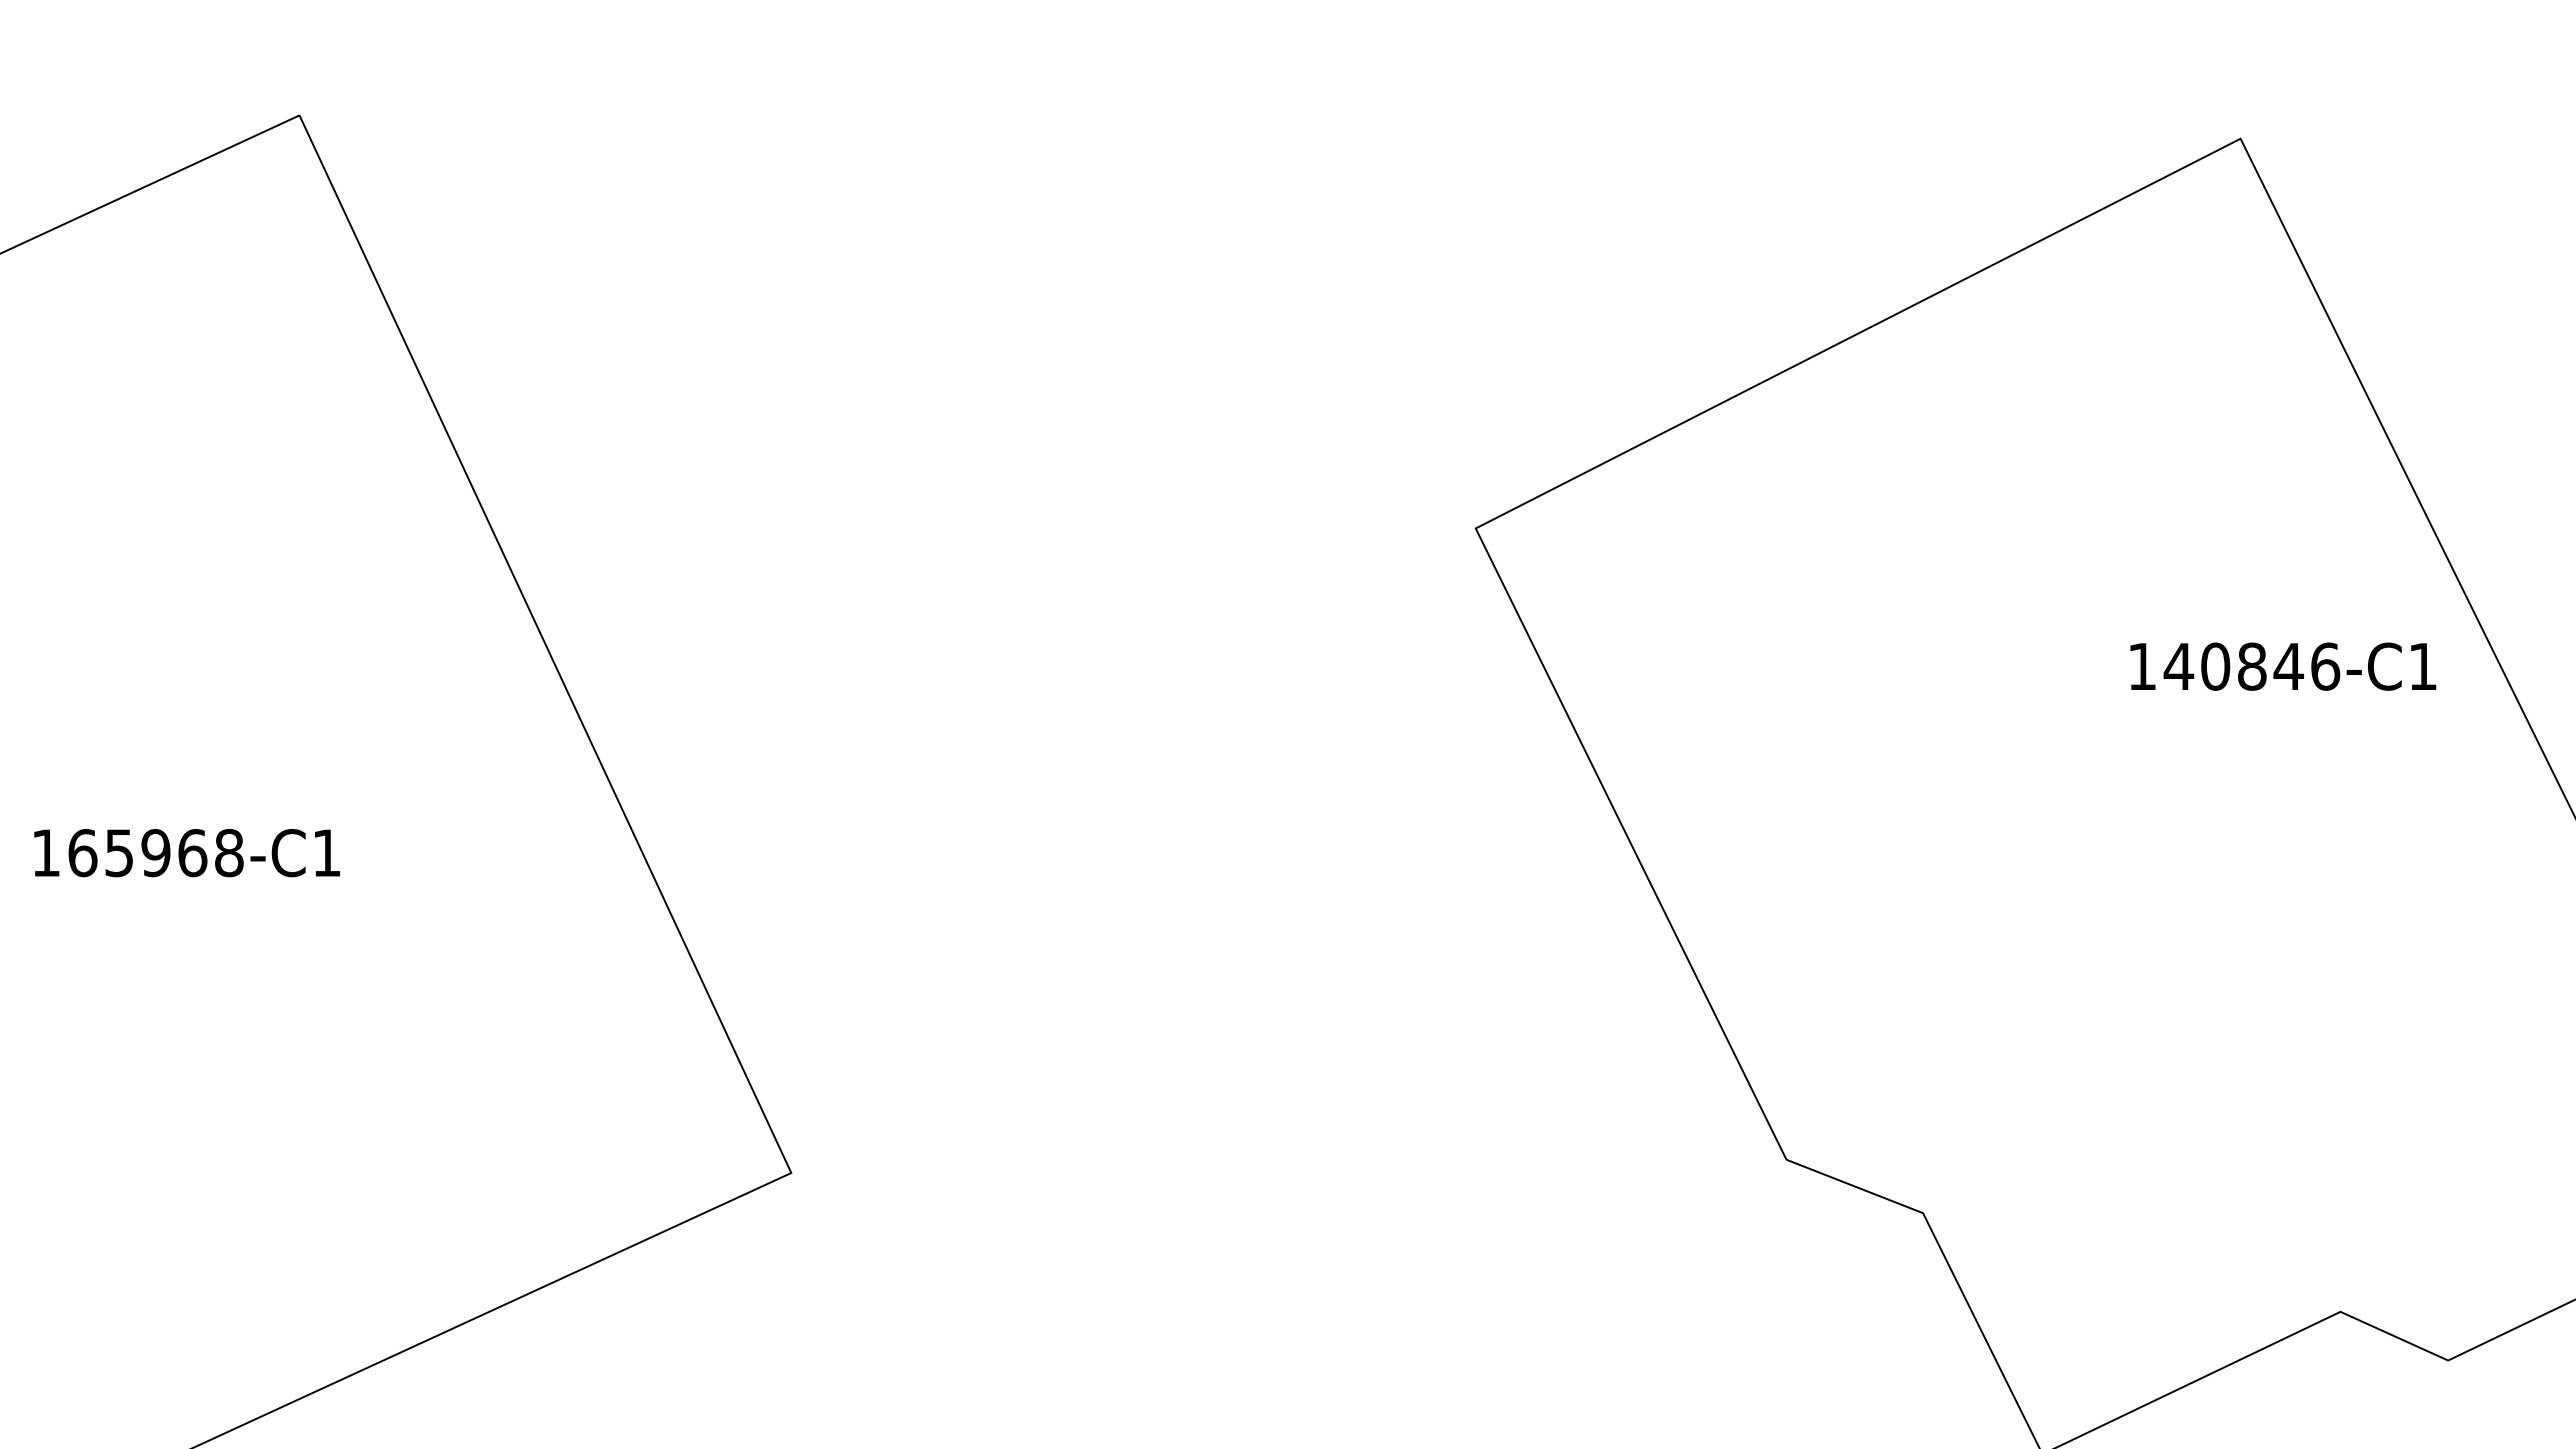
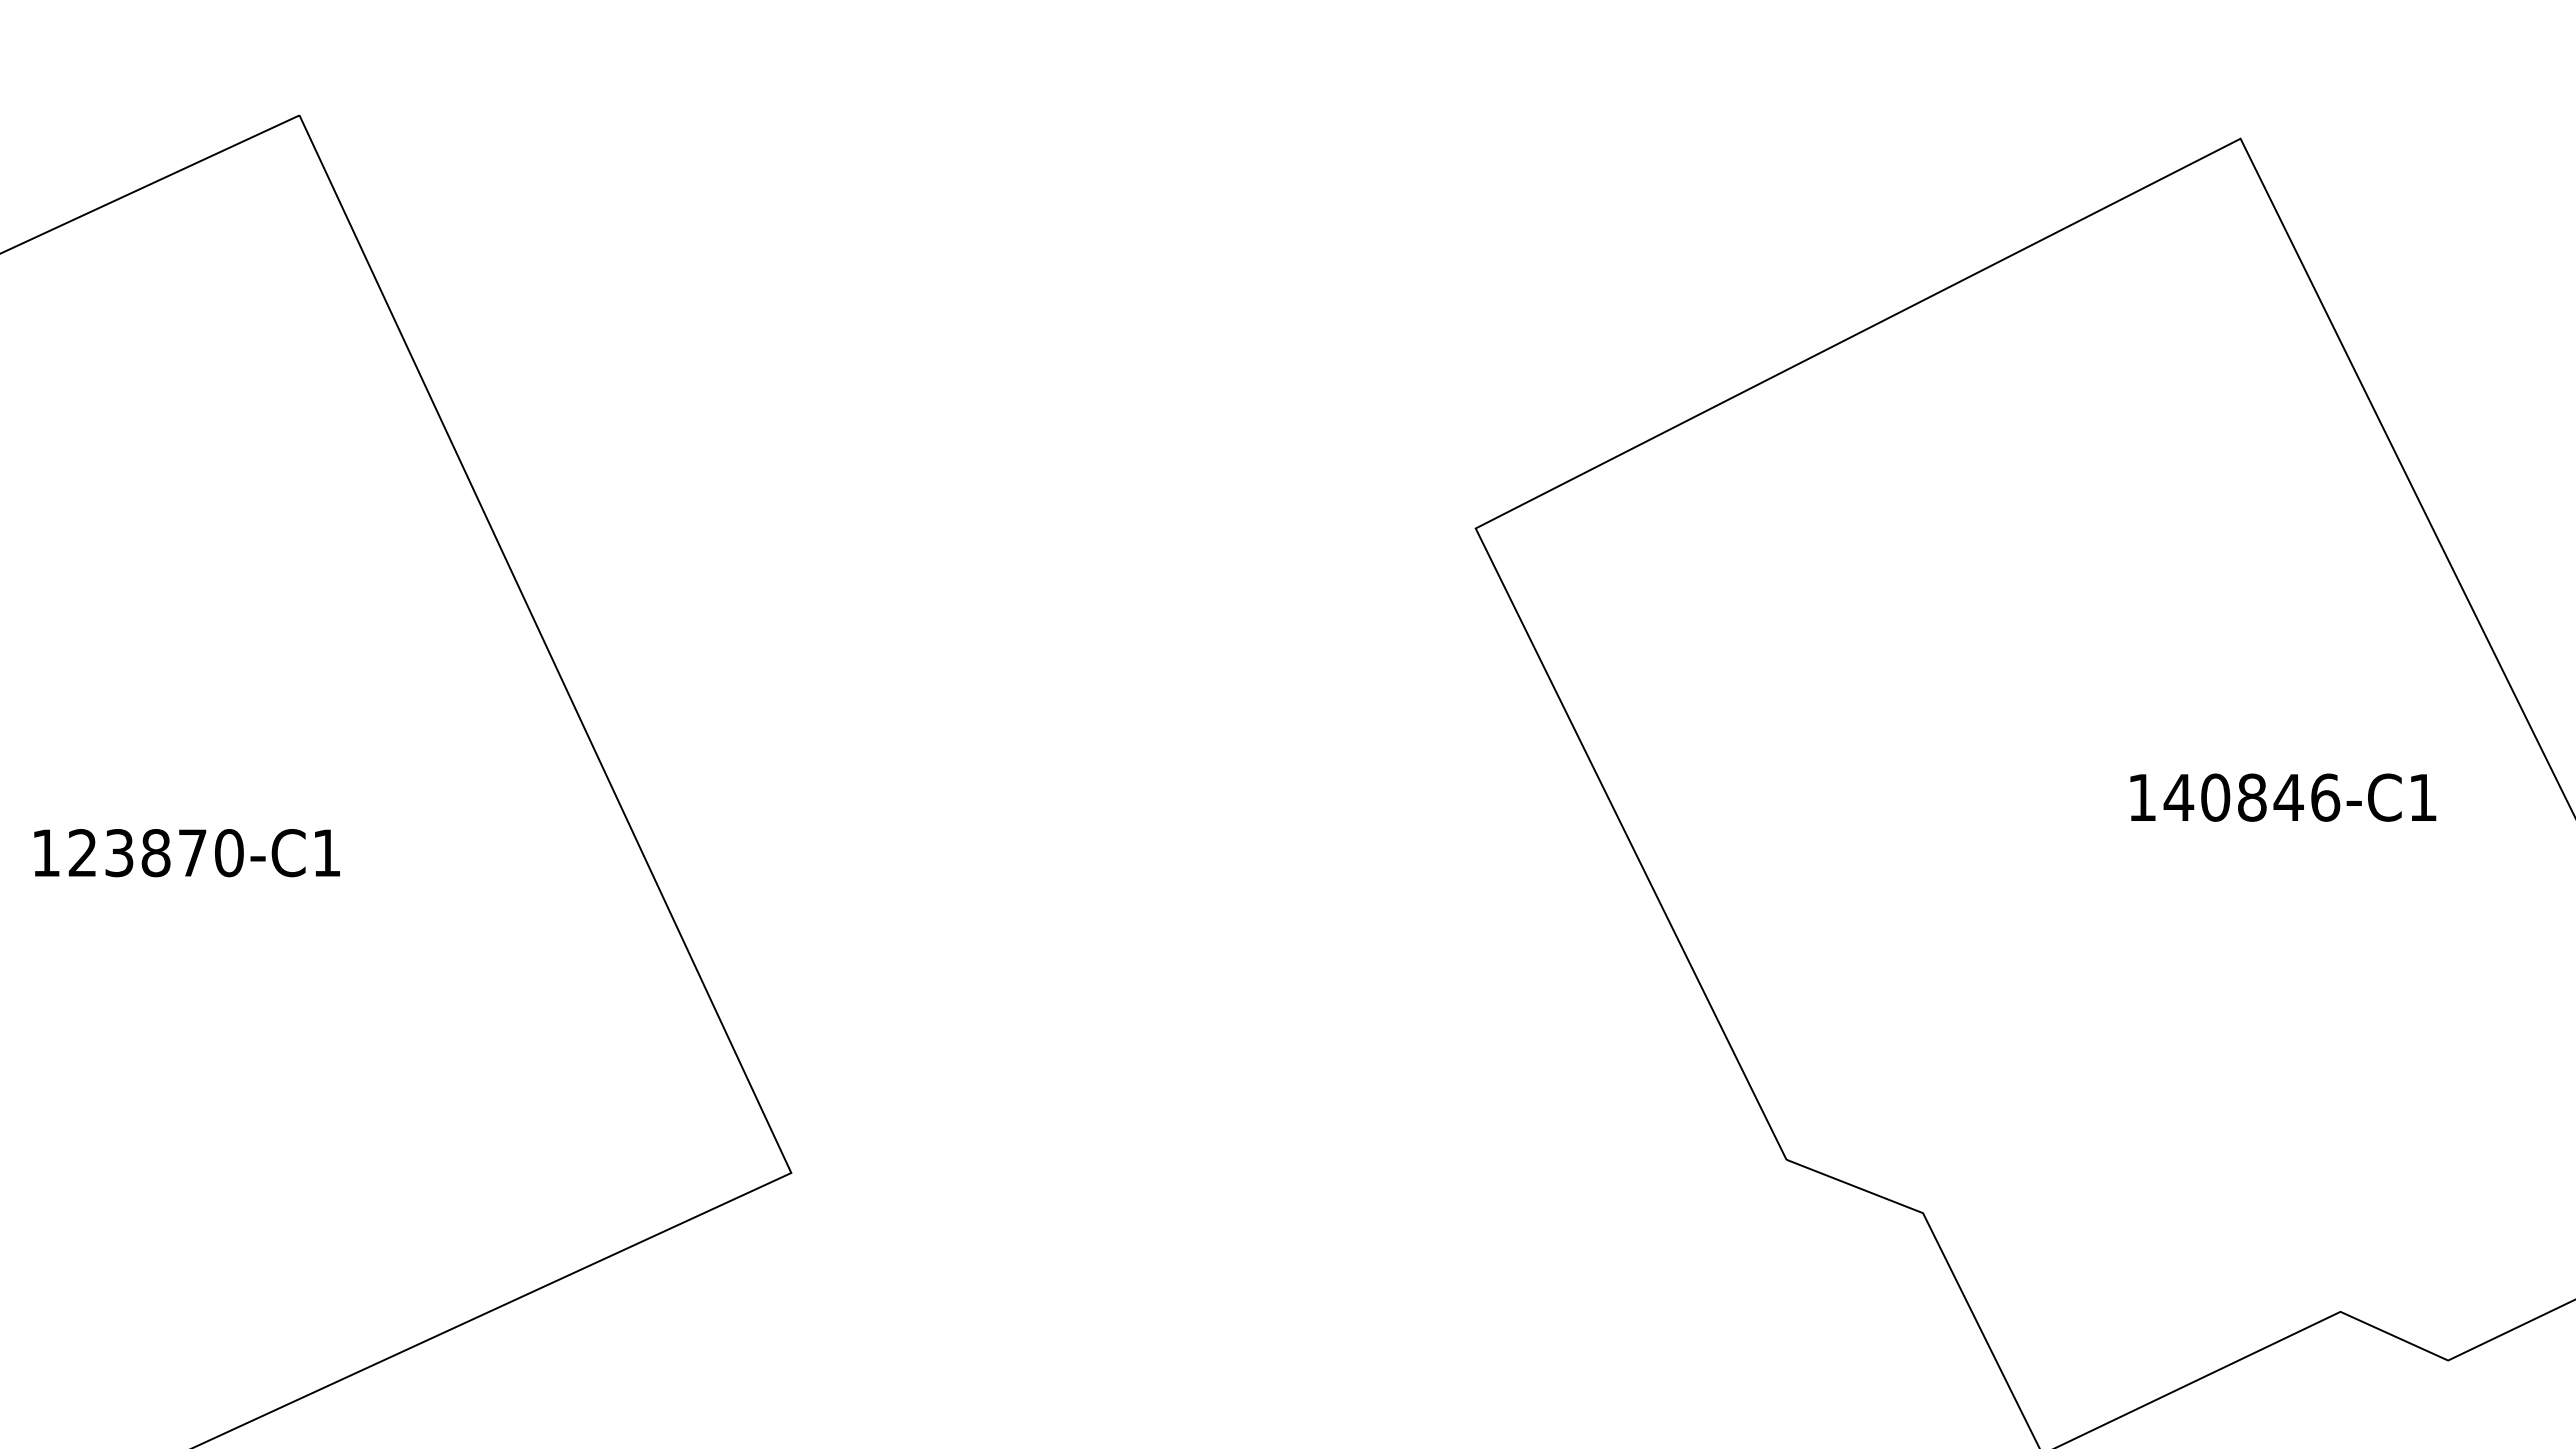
text at (2283, 666) position: (2283, 666) -> (2283, 797)
text at (155, 853): 165968-C1 -> 123870-C1
